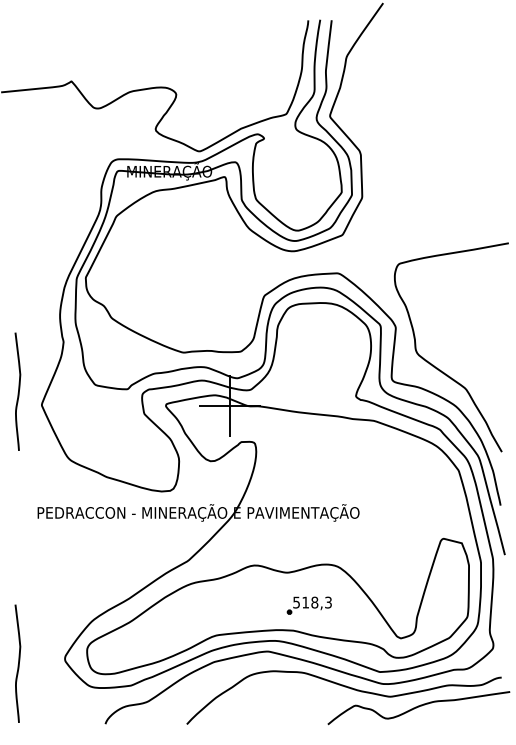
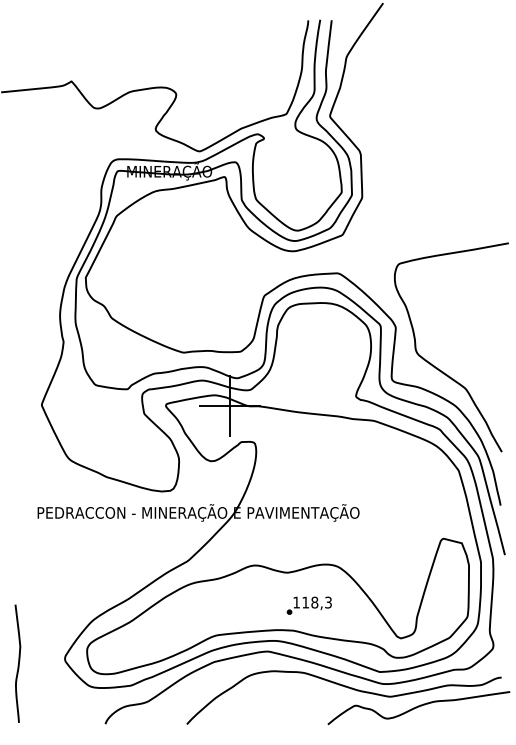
curve at (18, 391): present -> none
text at (296, 602): 518,3 -> 118,3
